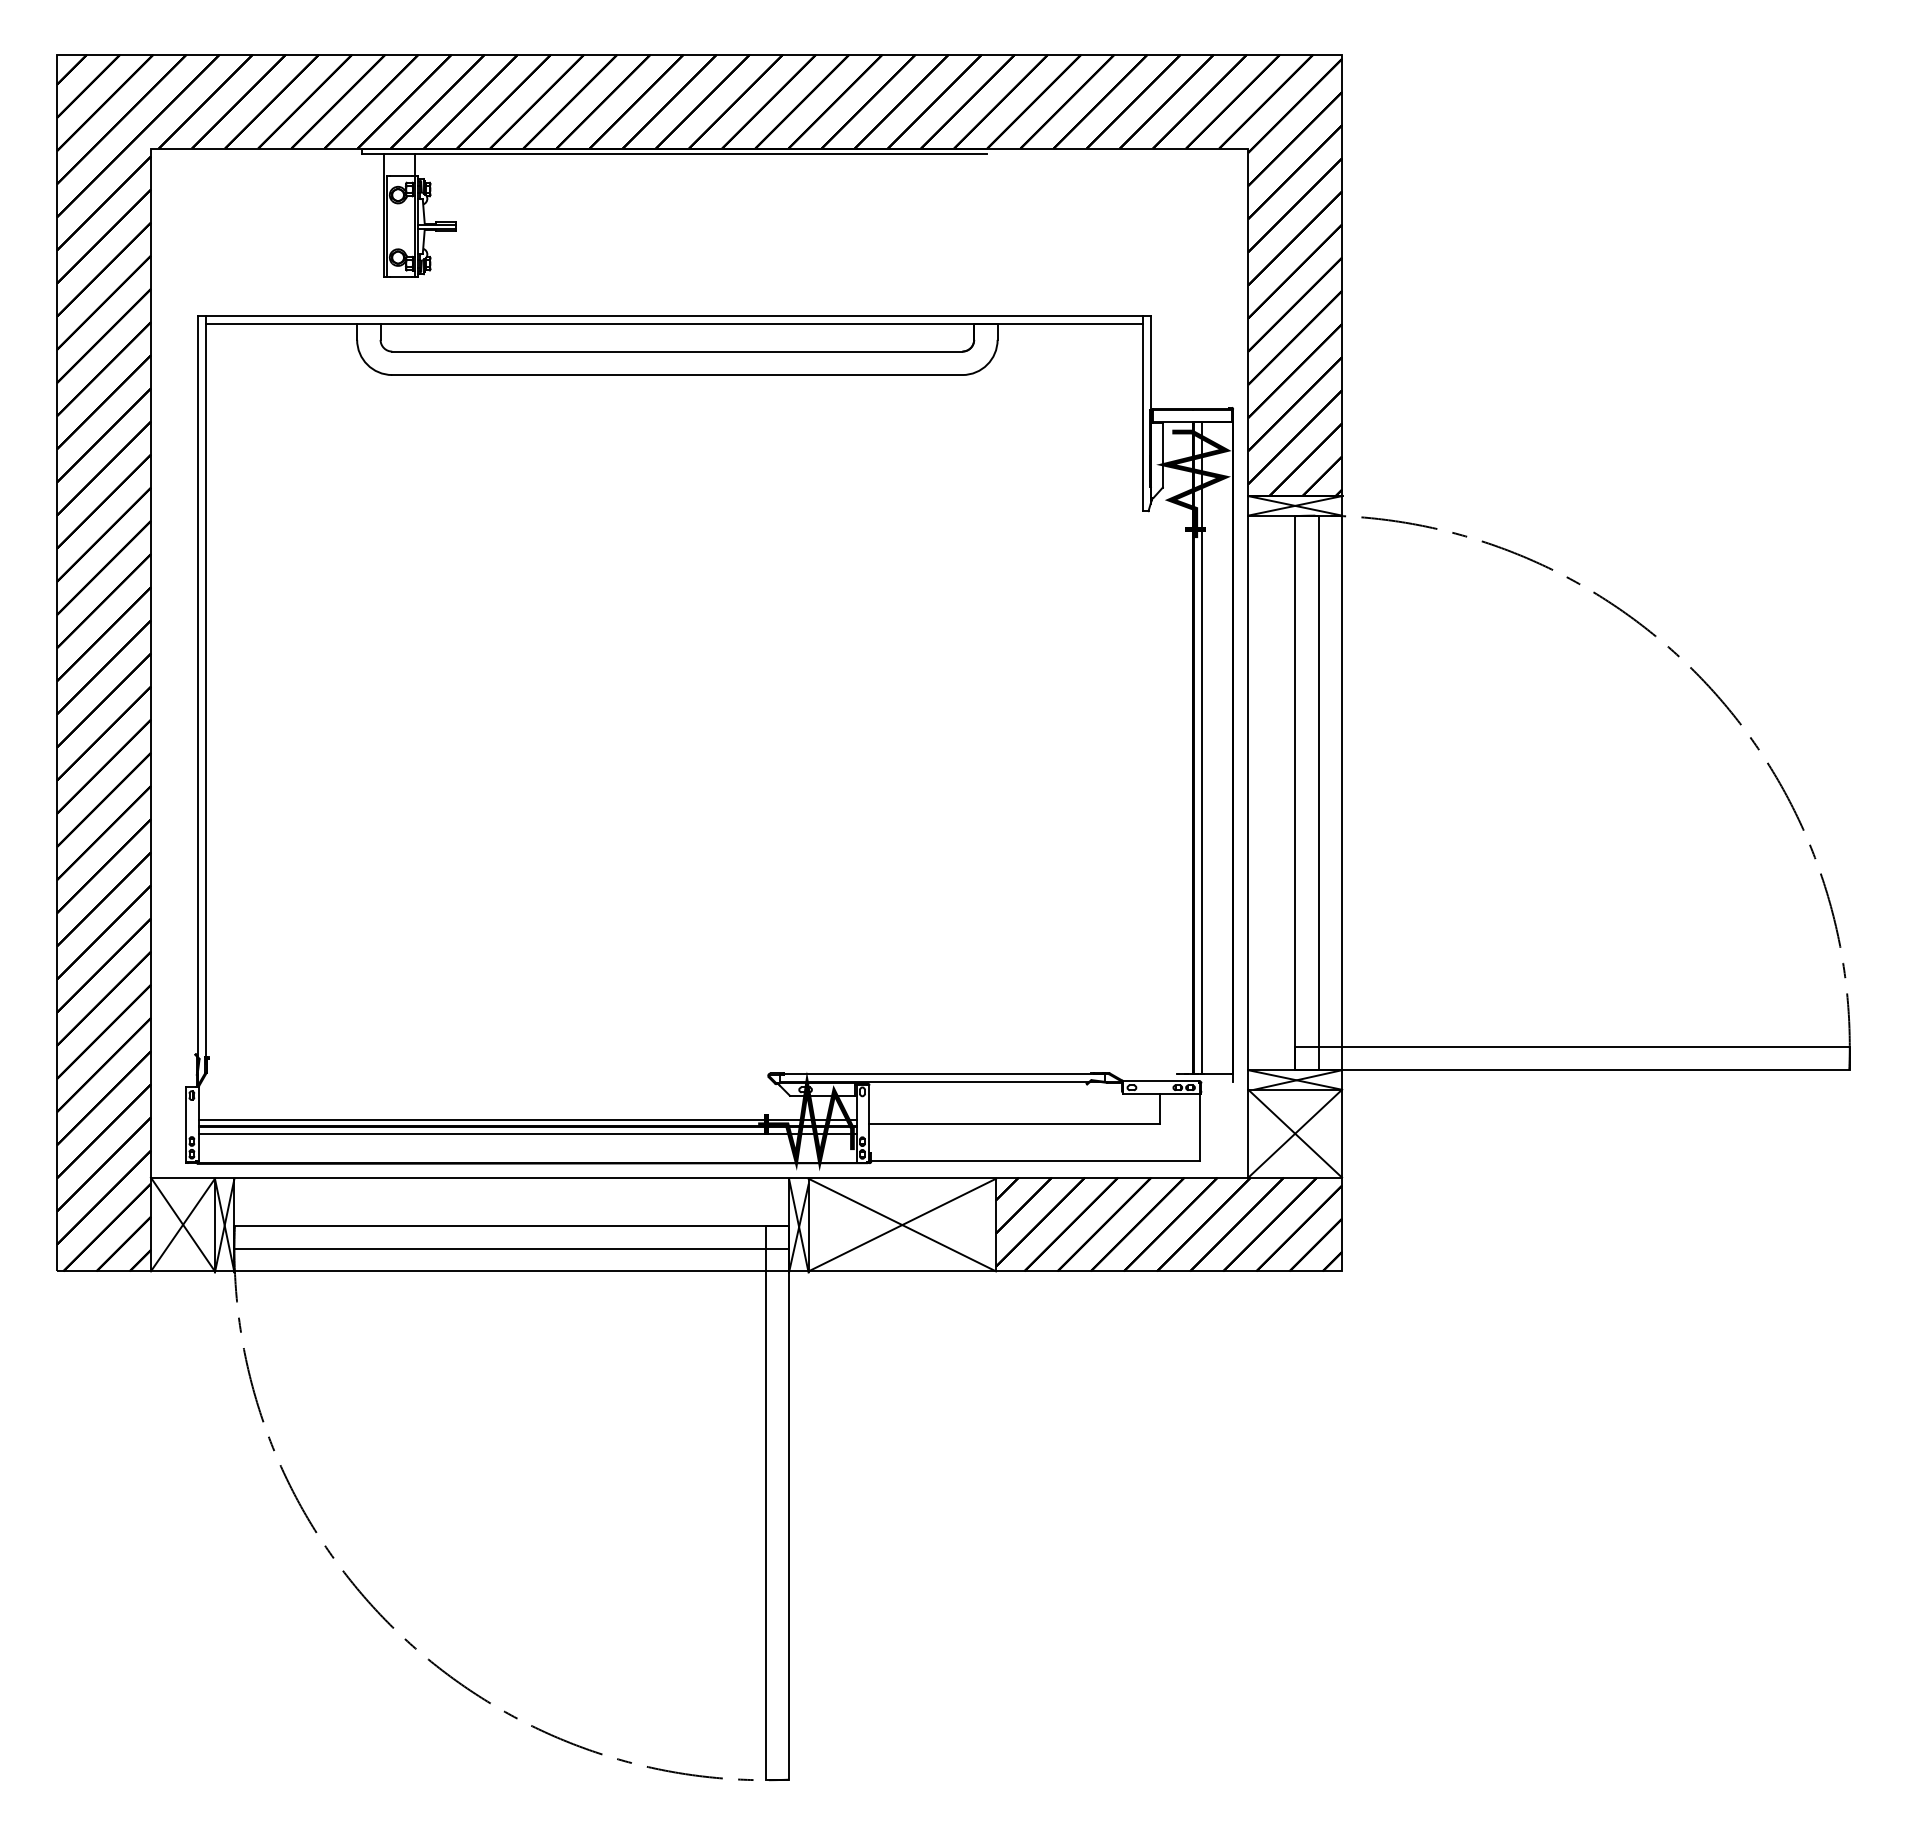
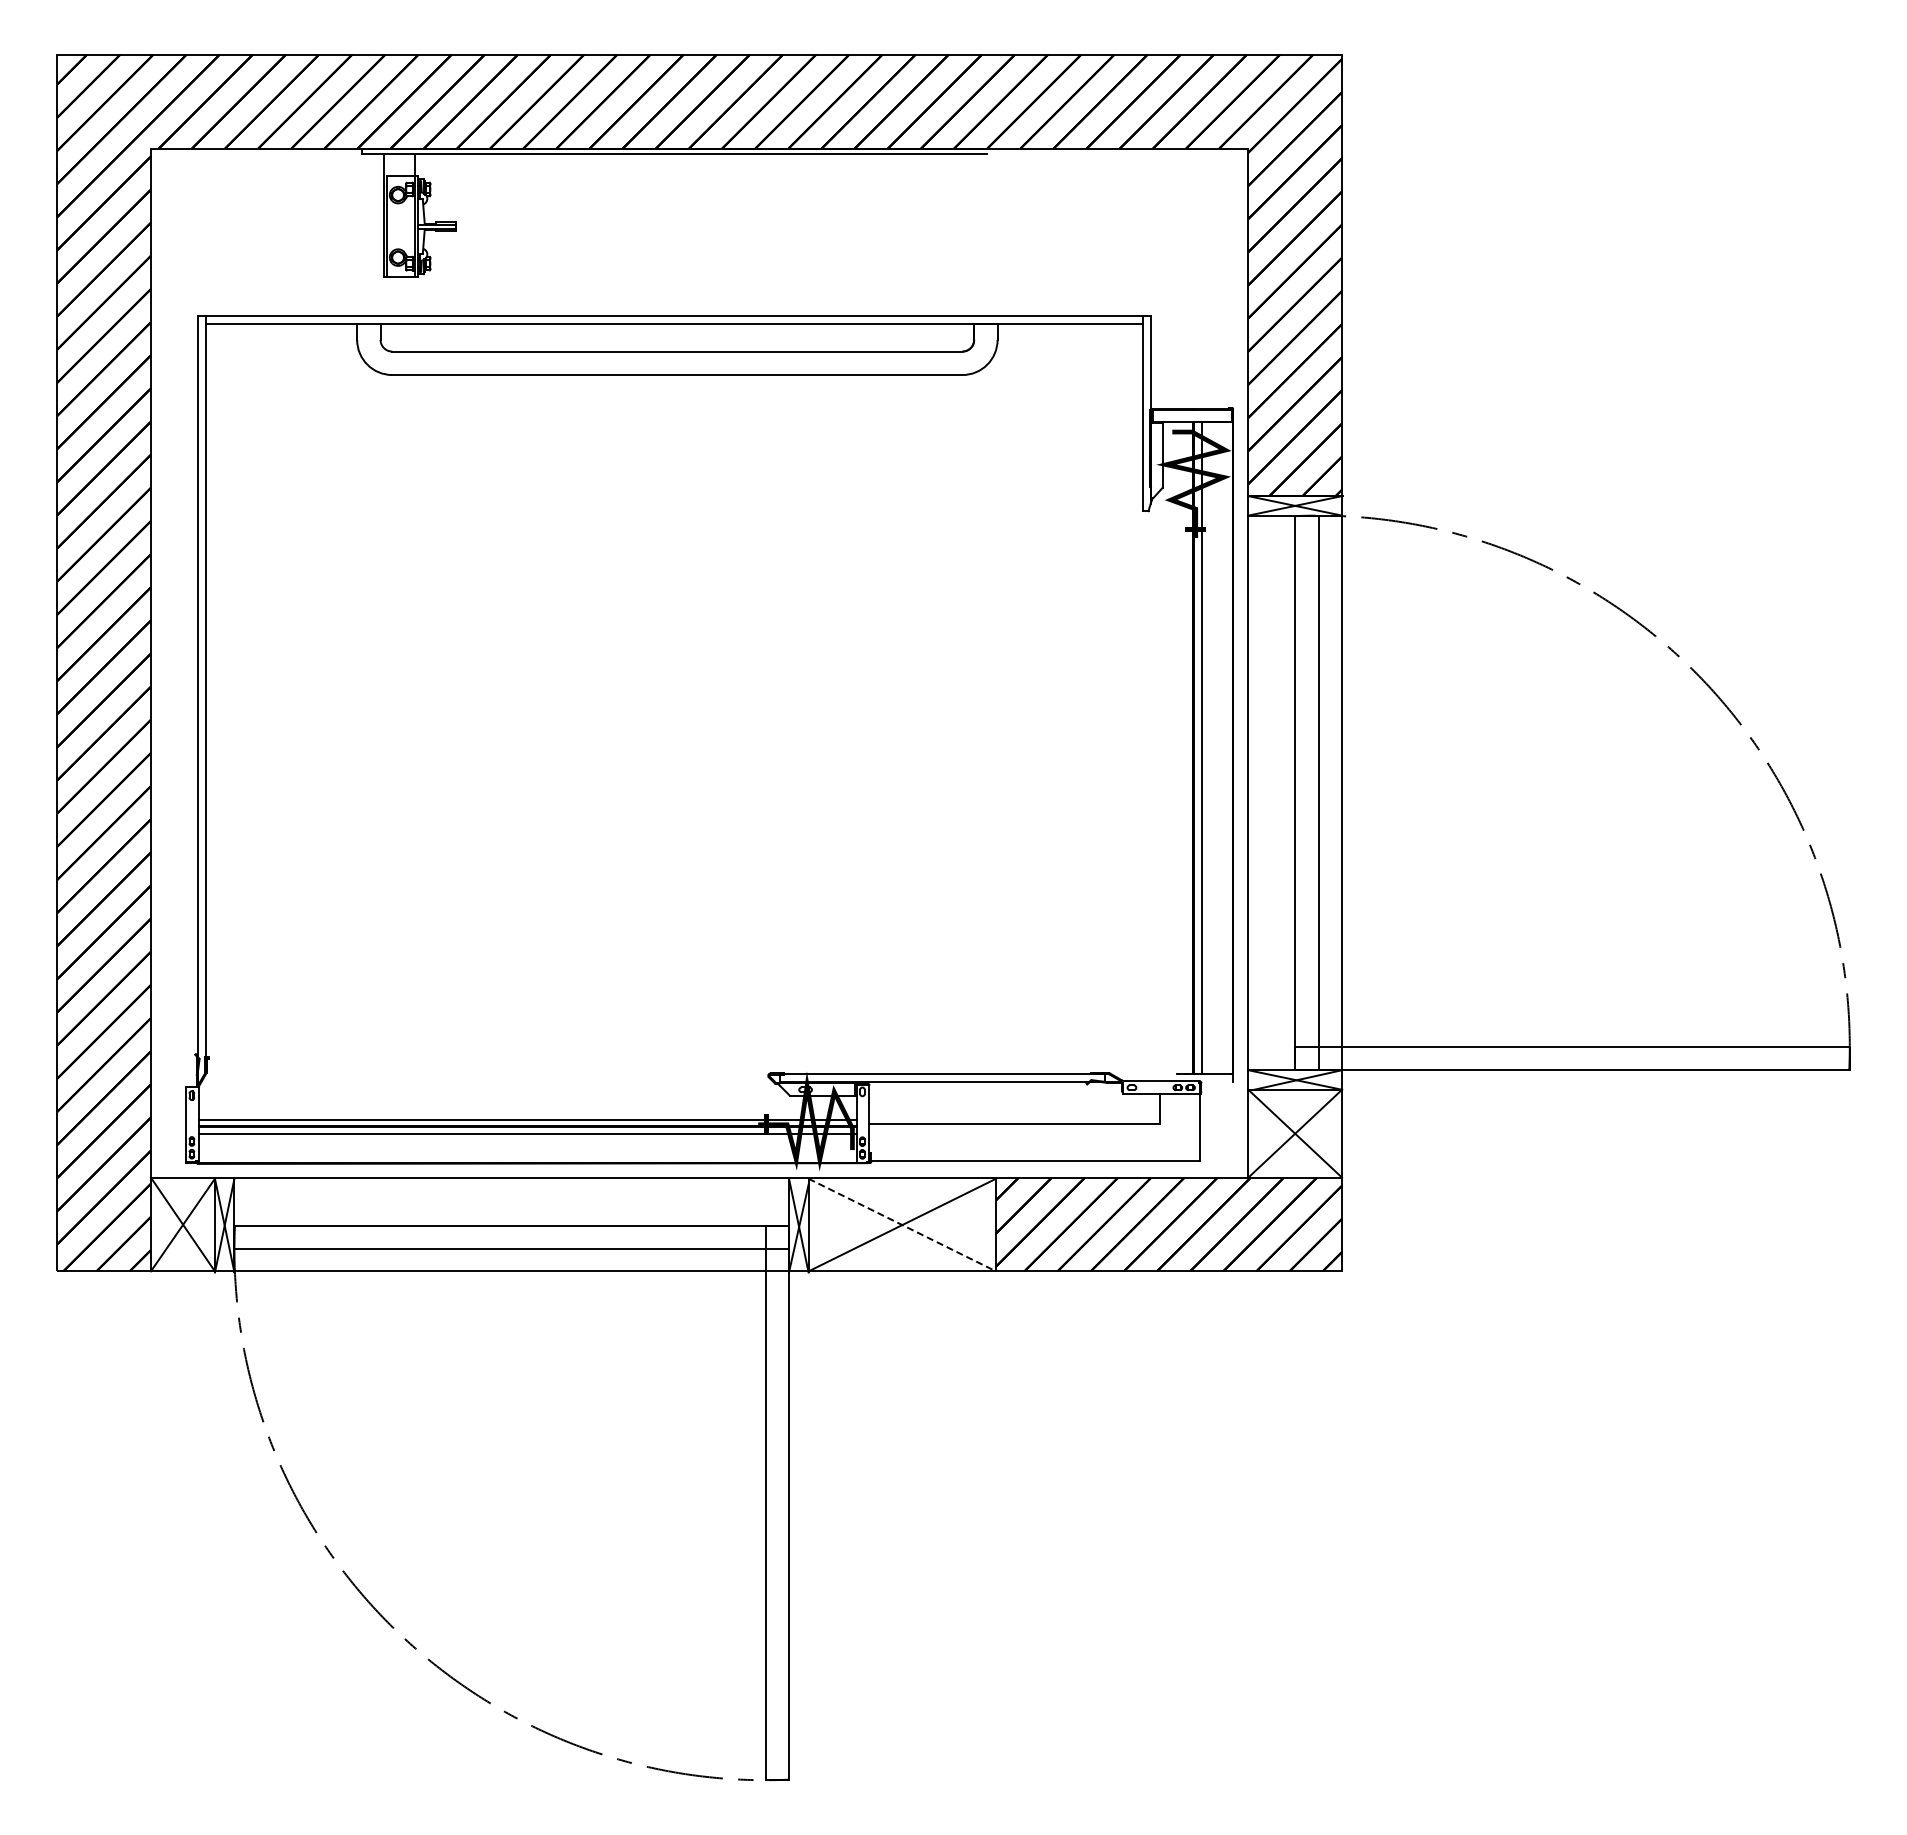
line at (902, 1225): solid -> dashed
